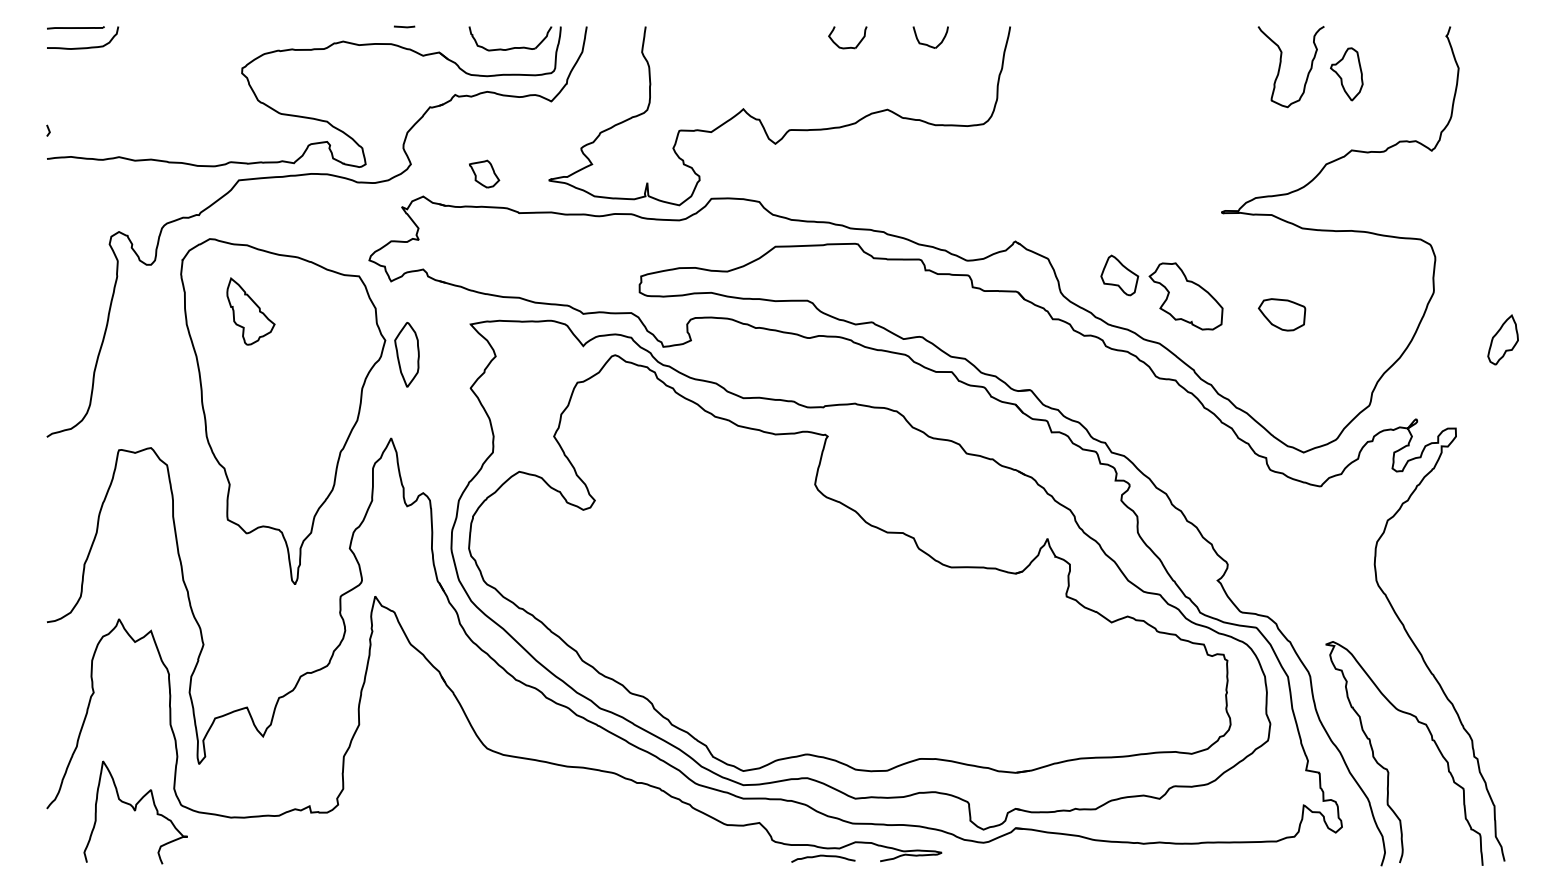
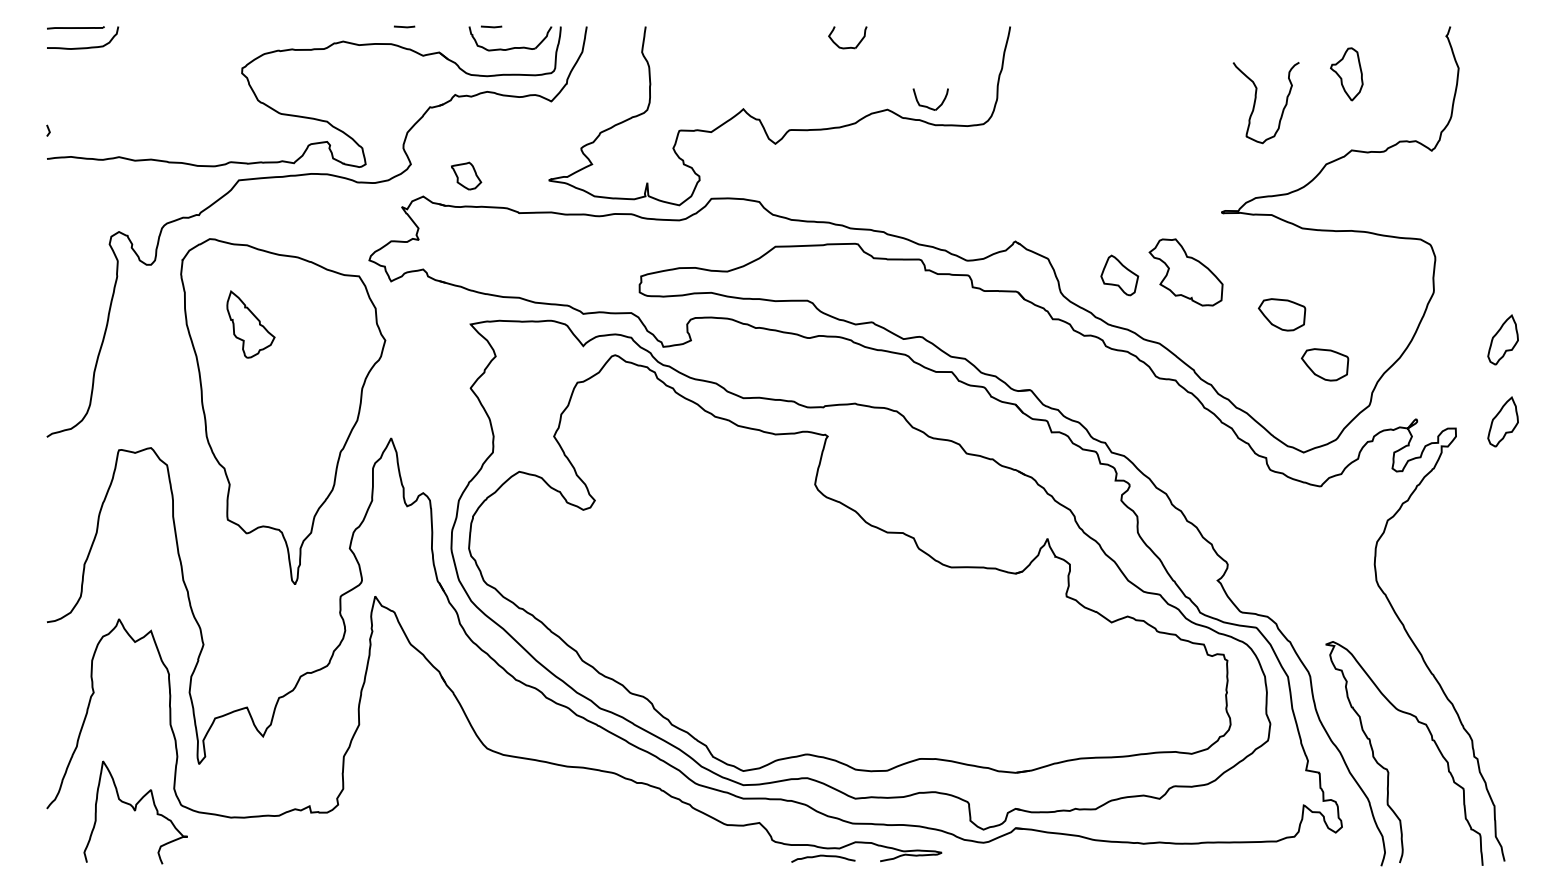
line at (491, 26): none -> present
part at (928, 44) position: (928, 44) -> (928, 106)
curve at (1281, 64) position: (1281, 64) -> (1256, 100)
part at (484, 173) position: (484, 173) -> (466, 175)
part at (1185, 296) position: (1185, 296) -> (1185, 272)
part at (250, 311) position: (250, 311) -> (250, 324)
part at (406, 354): present -> none
part at (1325, 364): none -> present
part at (1502, 421): none -> present
